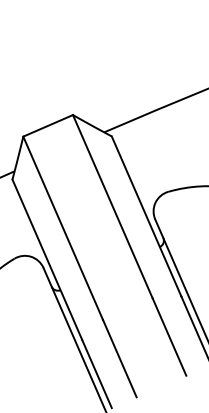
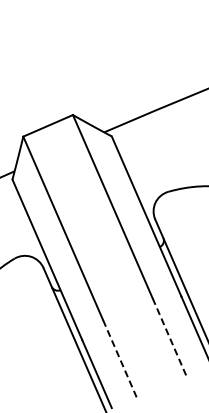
line at (169, 337): solid -> dashed
line at (119, 358): solid -> dashed
